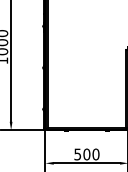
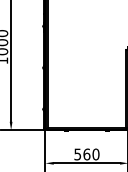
text at (86, 154): 500 -> 560
